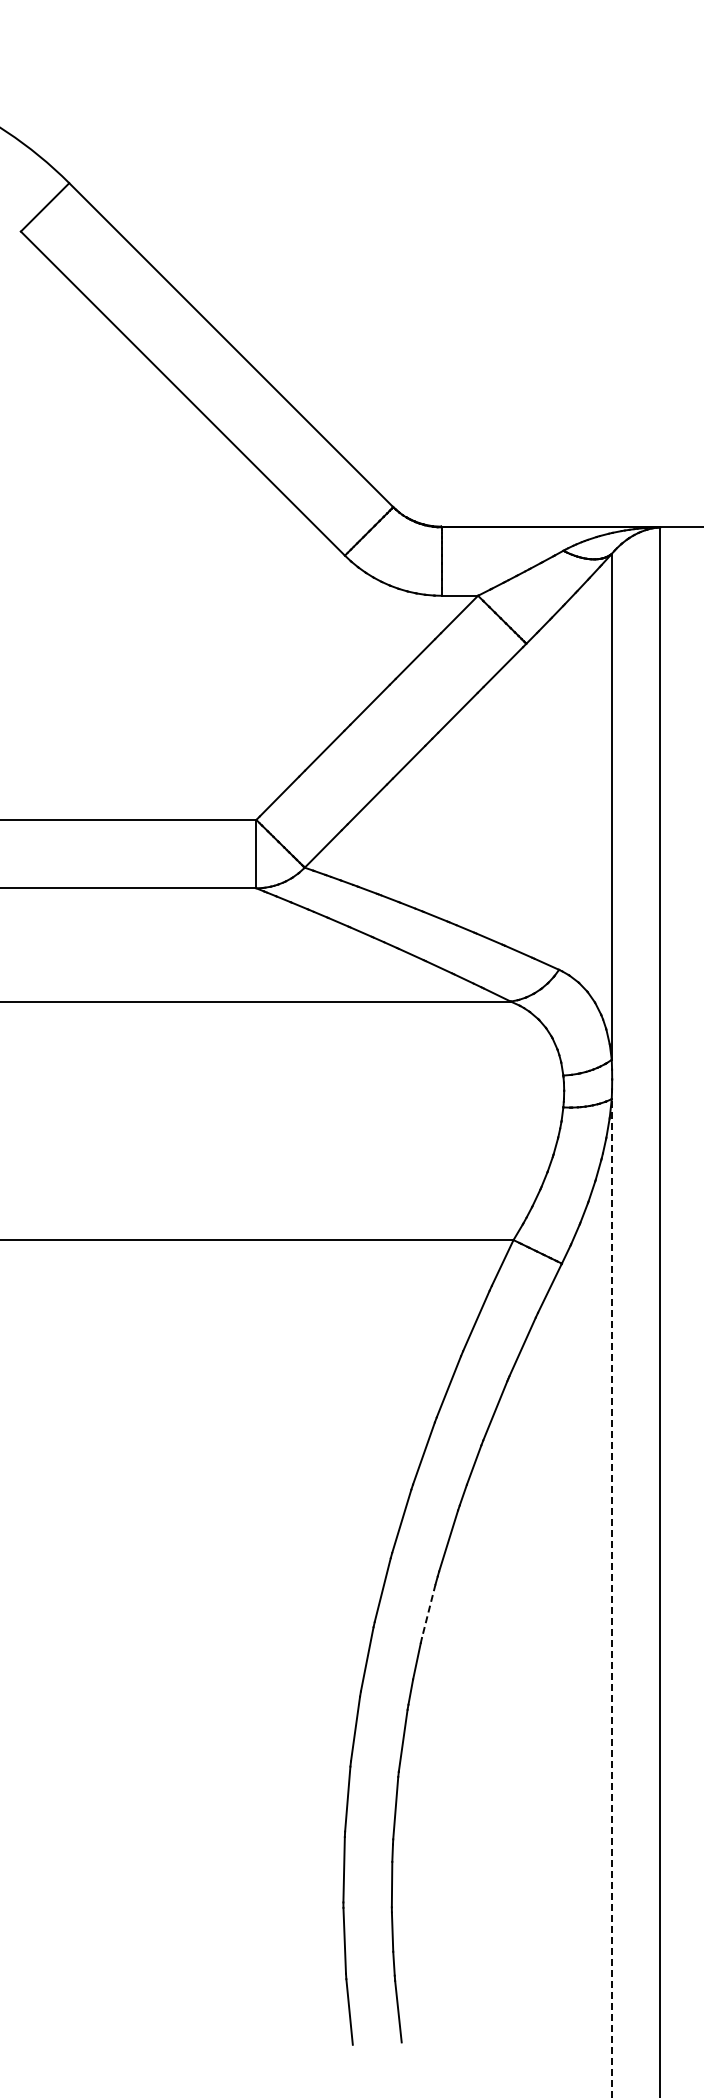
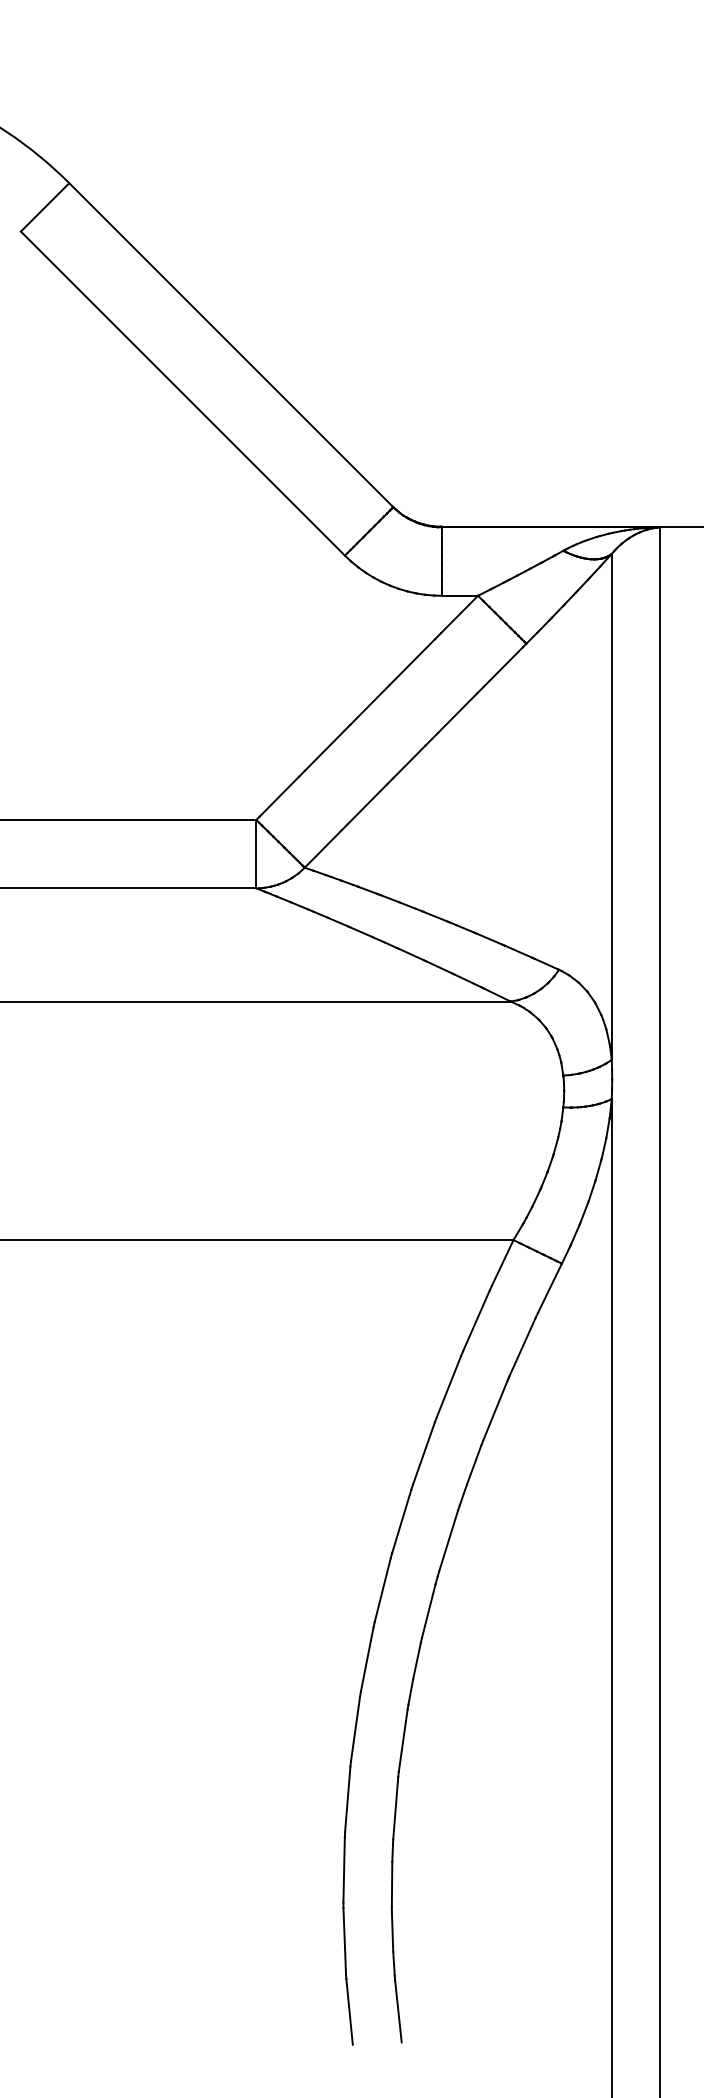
line at (611, 1597): dashed -> solid
line at (428, 1611): dashed -> solid
